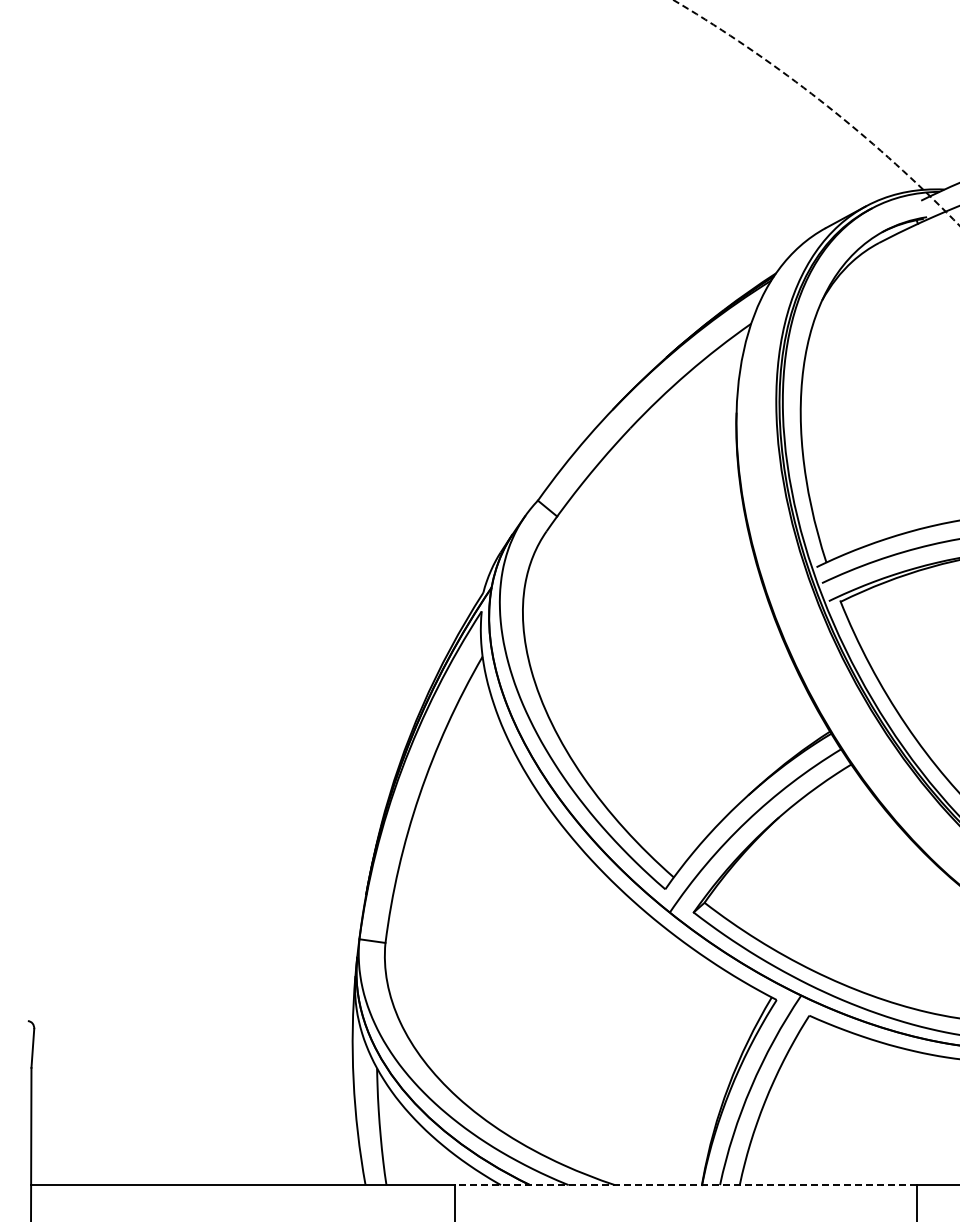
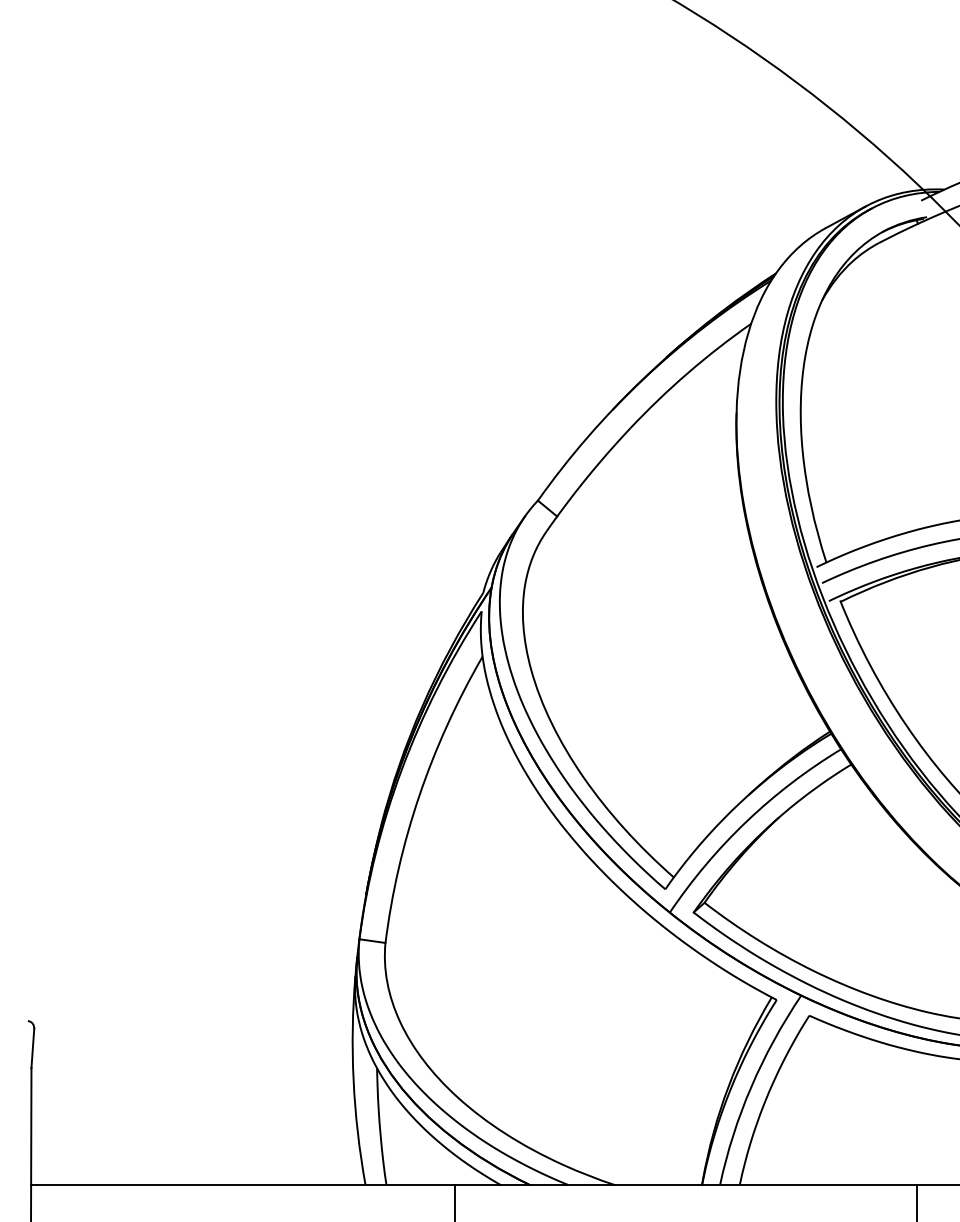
arc at (824, 103): dashed -> solid
line at (686, 1185): dashed -> solid
